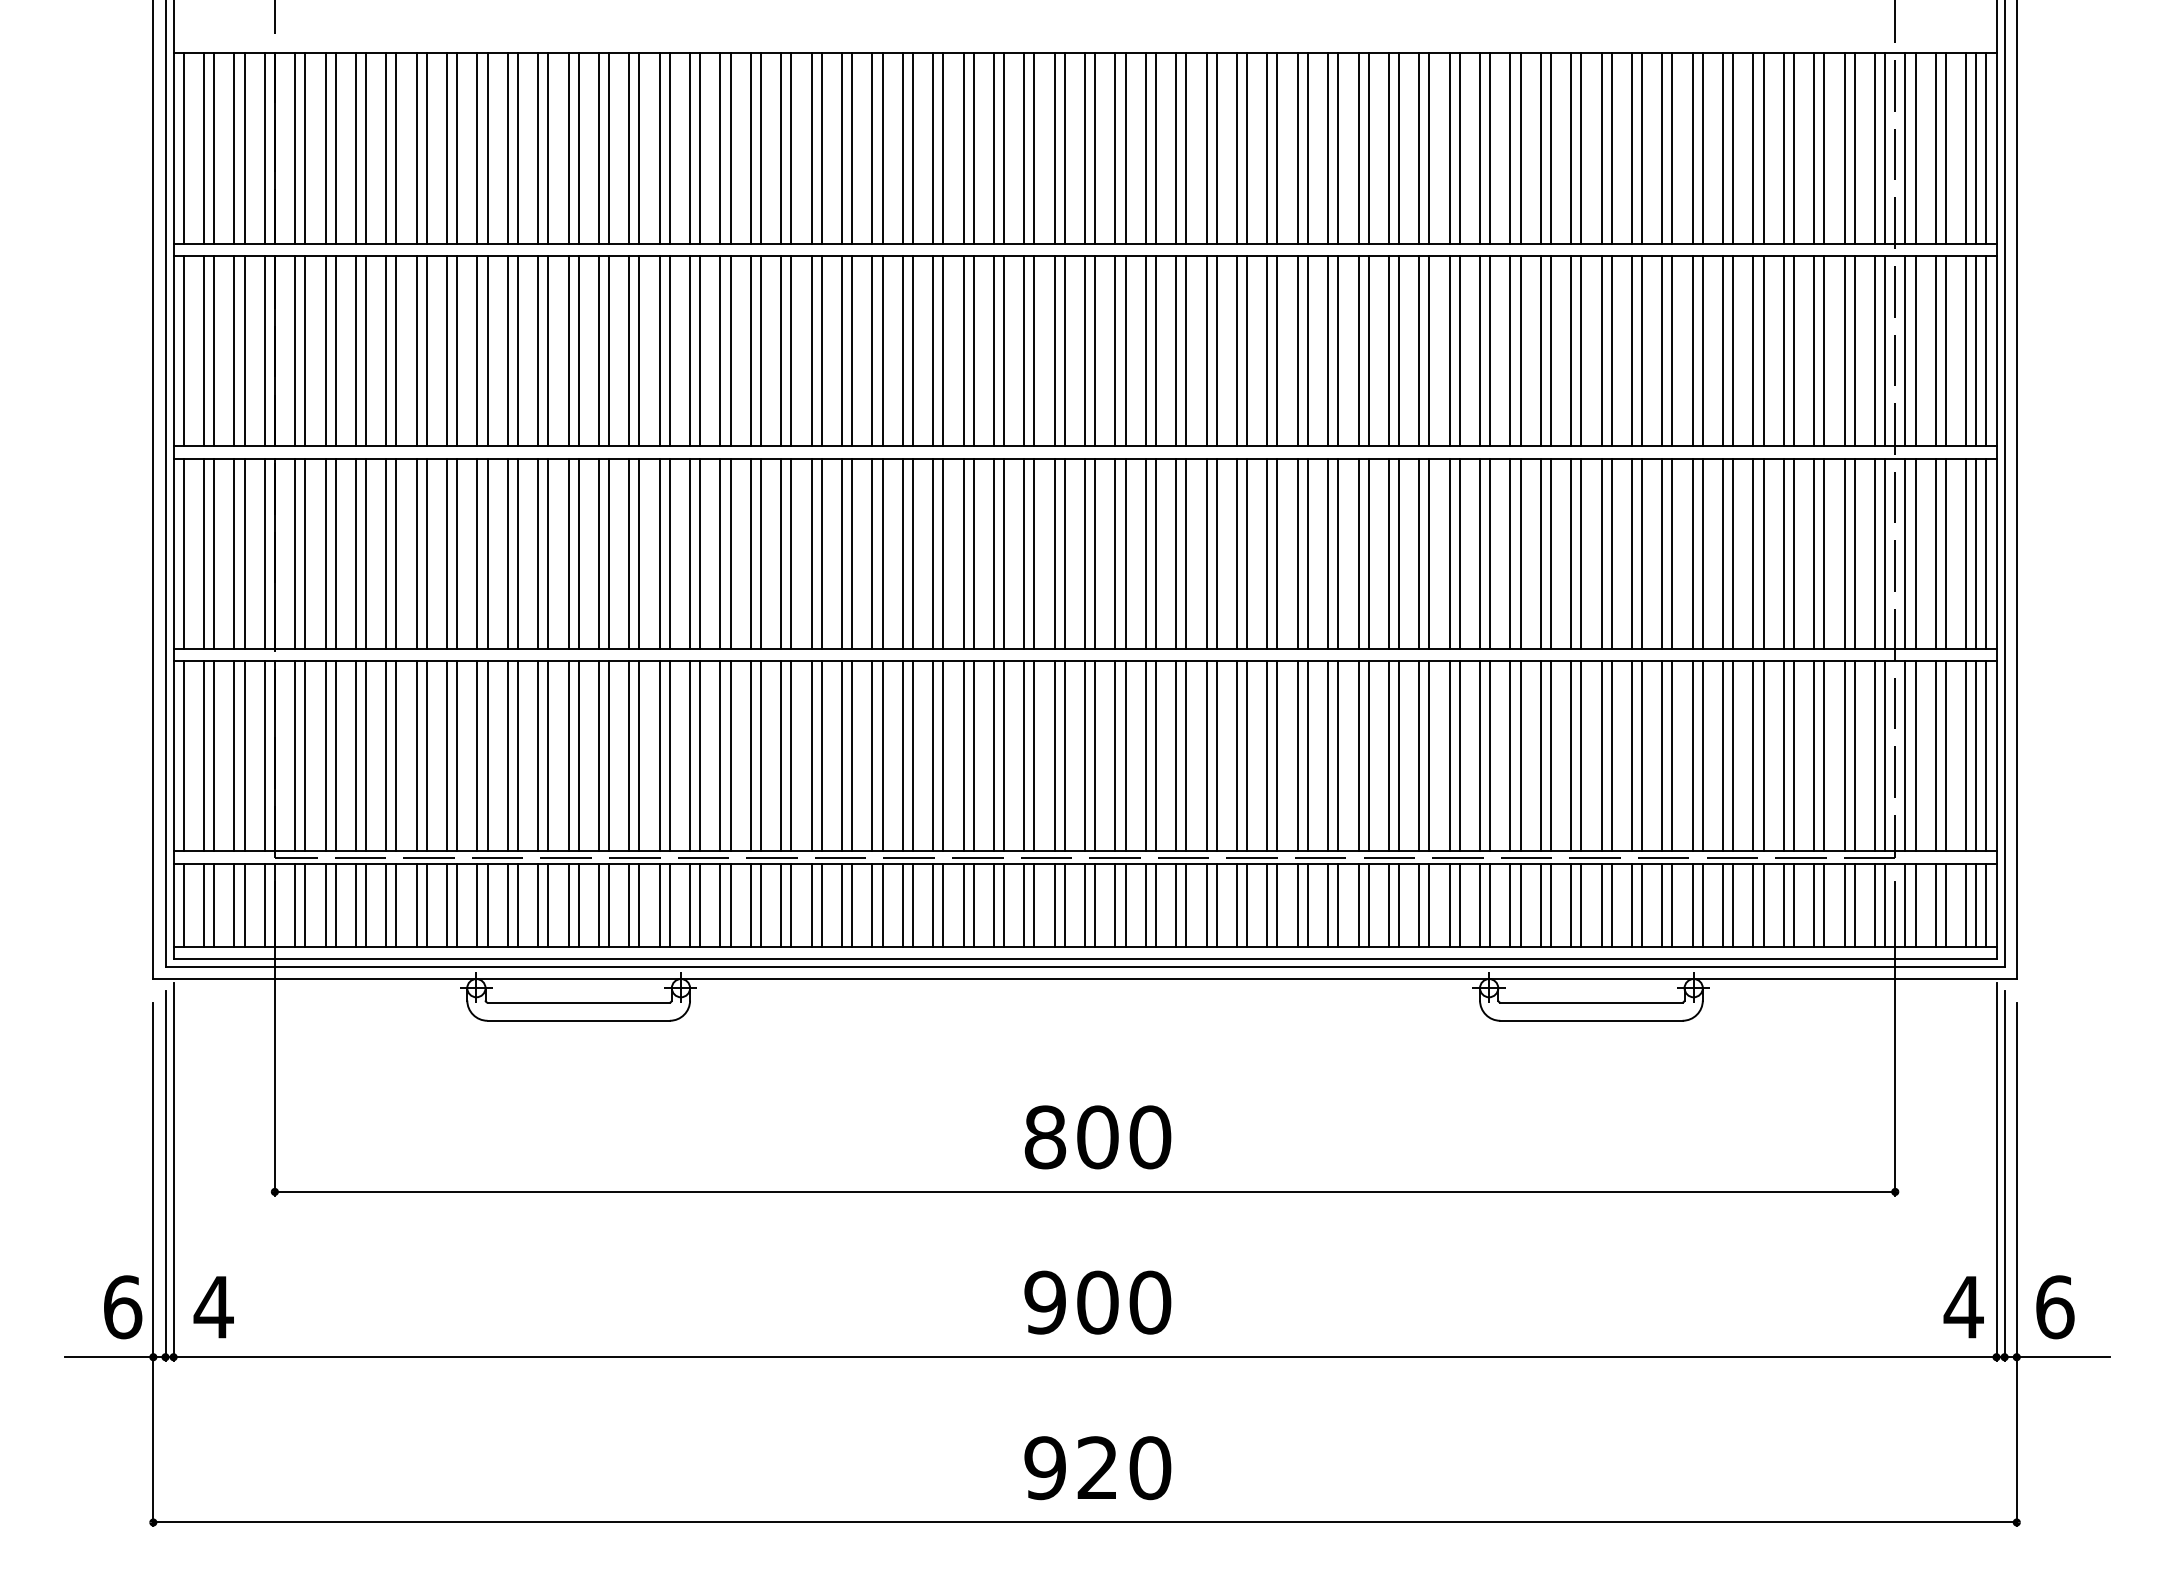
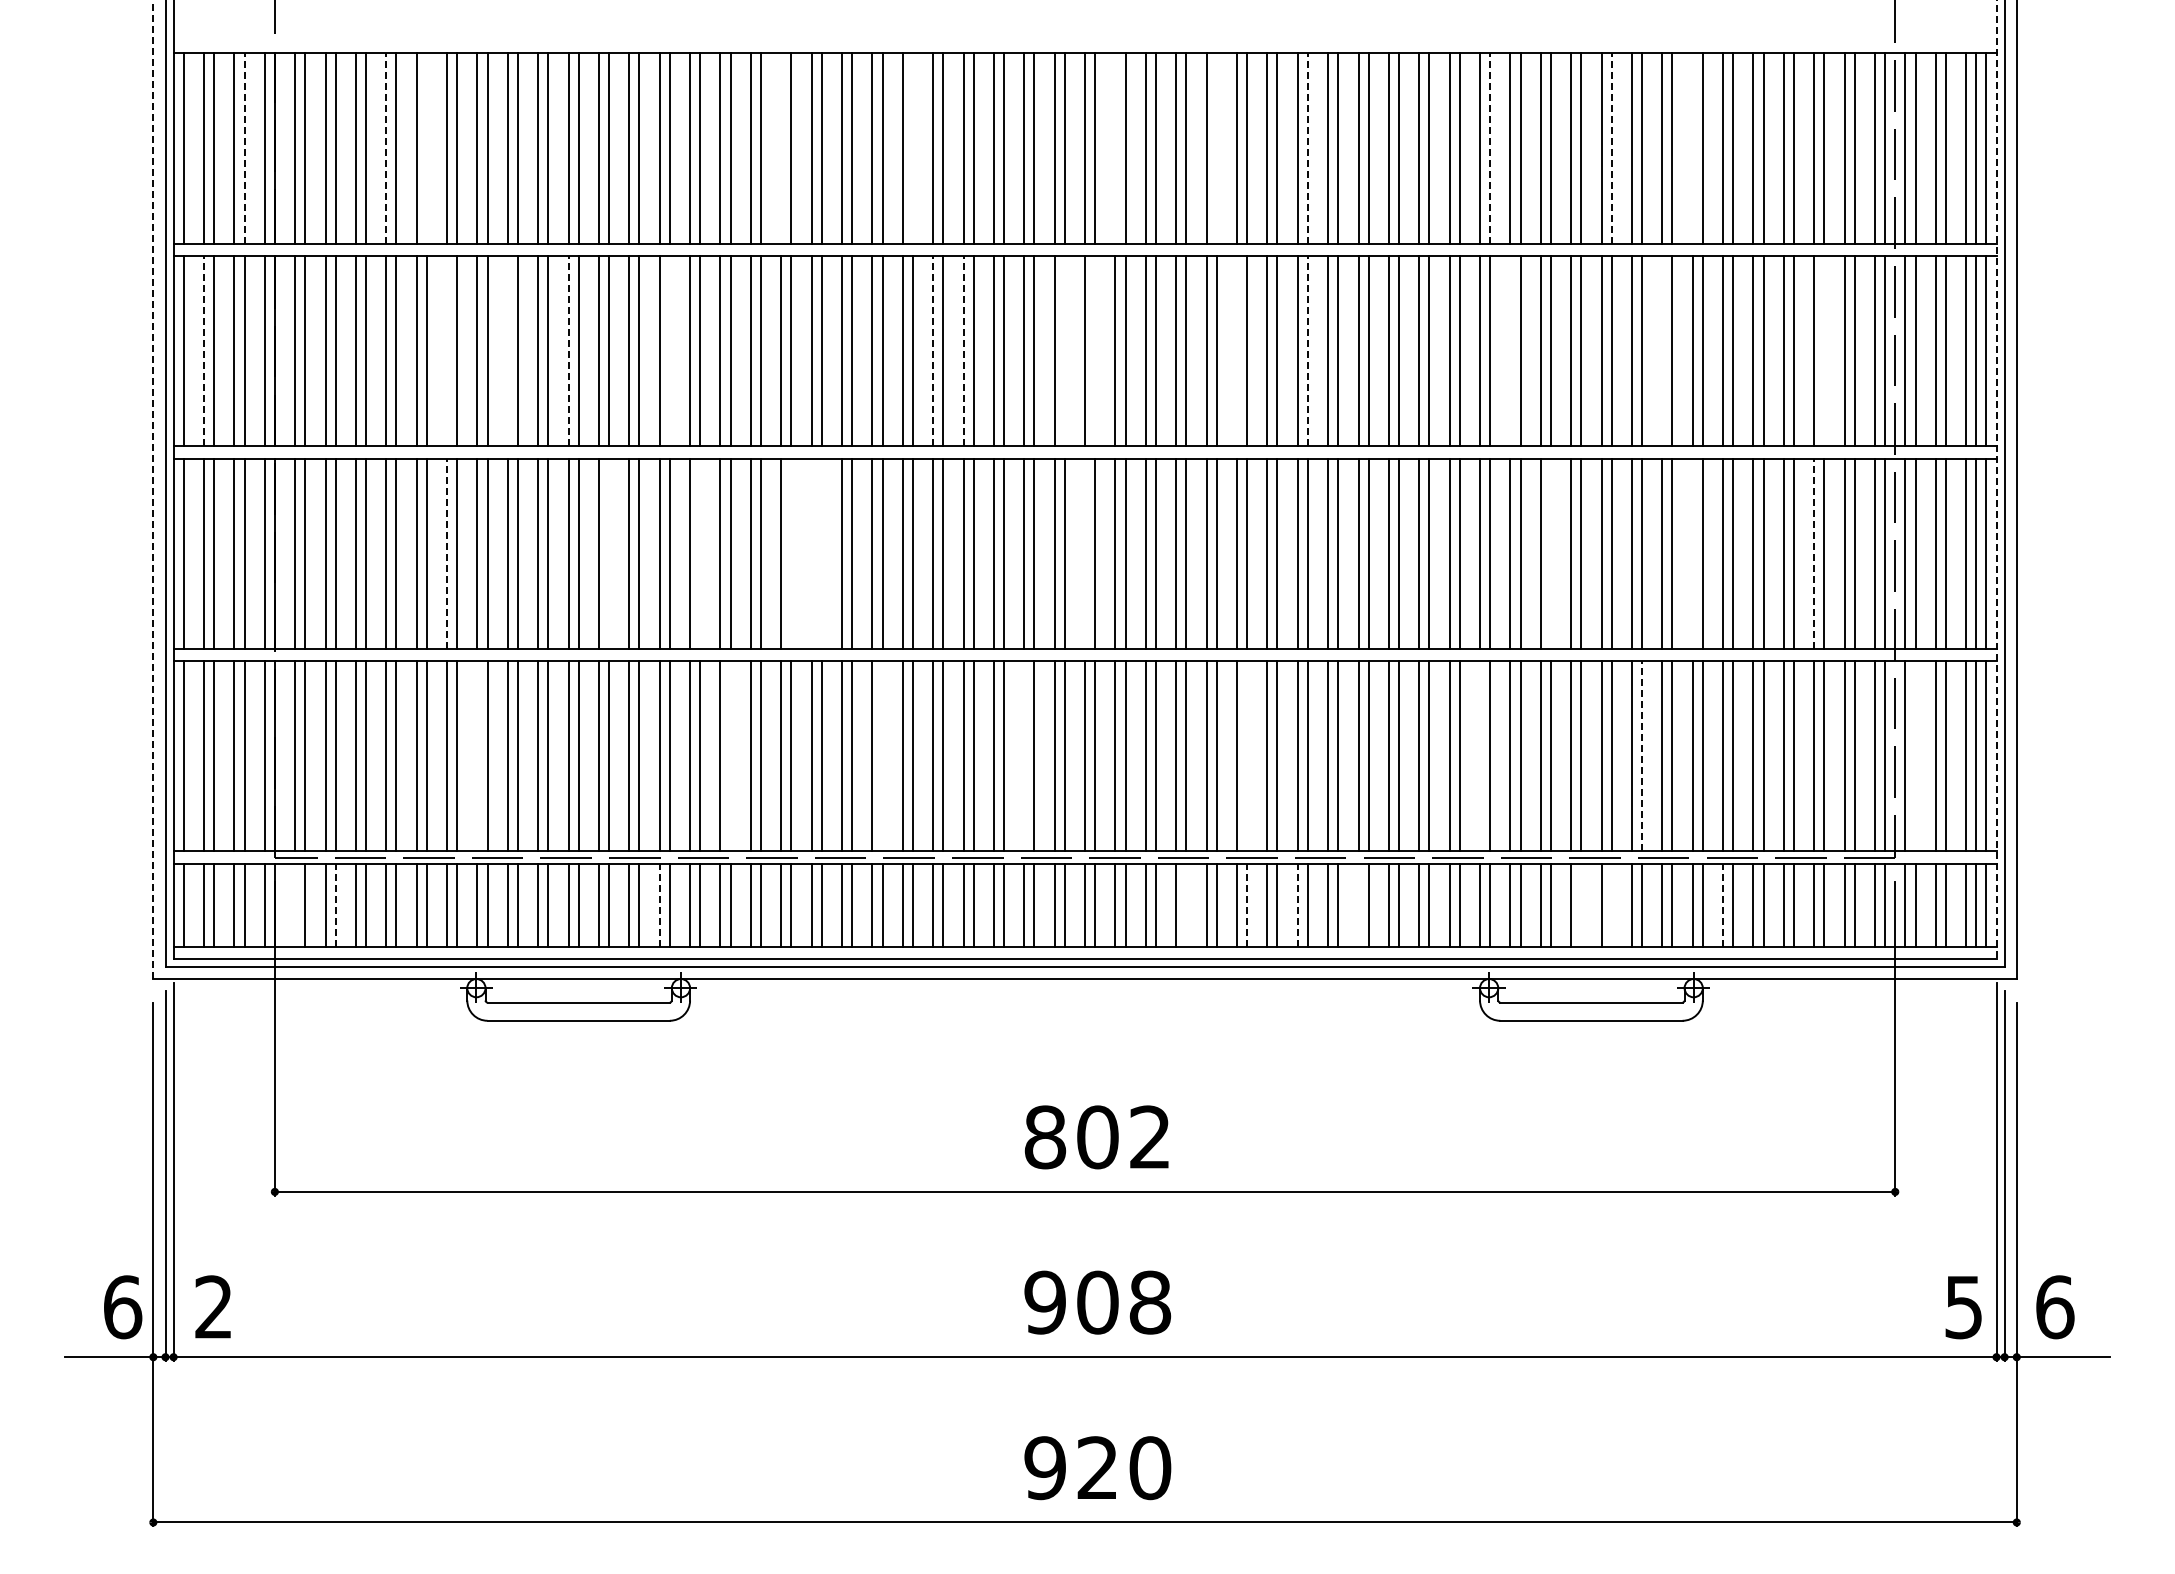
line at (244, 148): solid -> dashed
line at (386, 148): solid -> dashed
line at (426, 148): present -> none
line at (781, 148): present -> none
line at (912, 148): present -> none
line at (1115, 148): present -> none
line at (1216, 148): present -> none
line at (1307, 148): solid -> dashed
line at (1490, 148): solid -> dashed
line at (1611, 148): solid -> dashed
line at (1692, 148): present -> none
line at (203, 350): solid -> dashed
line at (447, 350): present -> none
line at (507, 350): present -> none
line at (568, 350): solid -> dashed
line at (669, 350): present -> none
line at (933, 350): solid -> dashed
line at (963, 350): solid -> dashed
line at (1064, 350): present -> none
line at (1095, 350): present -> none
line at (1236, 350): present -> none
line at (1307, 350): solid -> dashed
line at (1510, 350): present -> none
line at (1662, 350): present -> none
line at (1824, 350): present -> none
line at (1996, 479): solid -> dashed
line at (153, 489): solid -> dashed
line at (447, 553): solid -> dashed
line at (609, 553): present -> none
line at (700, 553): present -> none
line at (791, 553): present -> none
line at (811, 553): present -> none
line at (821, 553): present -> none
line at (1085, 553): present -> none
line at (1550, 553): present -> none
line at (1692, 553): present -> none
line at (1814, 553): solid -> dashed
line at (1642, 755): solid -> dashed
line at (477, 756): present -> none
line at (730, 756): present -> none
line at (882, 756): present -> none
line at (1024, 756): present -> none
line at (1247, 756): present -> none
line at (1480, 756): present -> none
line at (1915, 756): present -> none
line at (295, 904): present -> none
line at (1186, 904): present -> none
line at (1358, 904): present -> none
line at (1581, 904): present -> none
line at (1611, 904): present -> none
line at (335, 905): solid -> dashed
line at (659, 905): solid -> dashed
line at (1247, 905): solid -> dashed
line at (1297, 905): solid -> dashed
line at (1723, 905): solid -> dashed
text at (1150, 1137): 800 -> 802
text at (1150, 1302): 900 -> 908
text at (213, 1306): 4 -> 2
text at (1963, 1307): 4 -> 5
